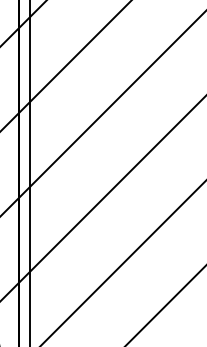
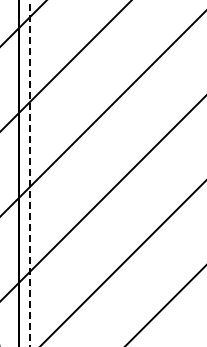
line at (30, 173): solid -> dashed
